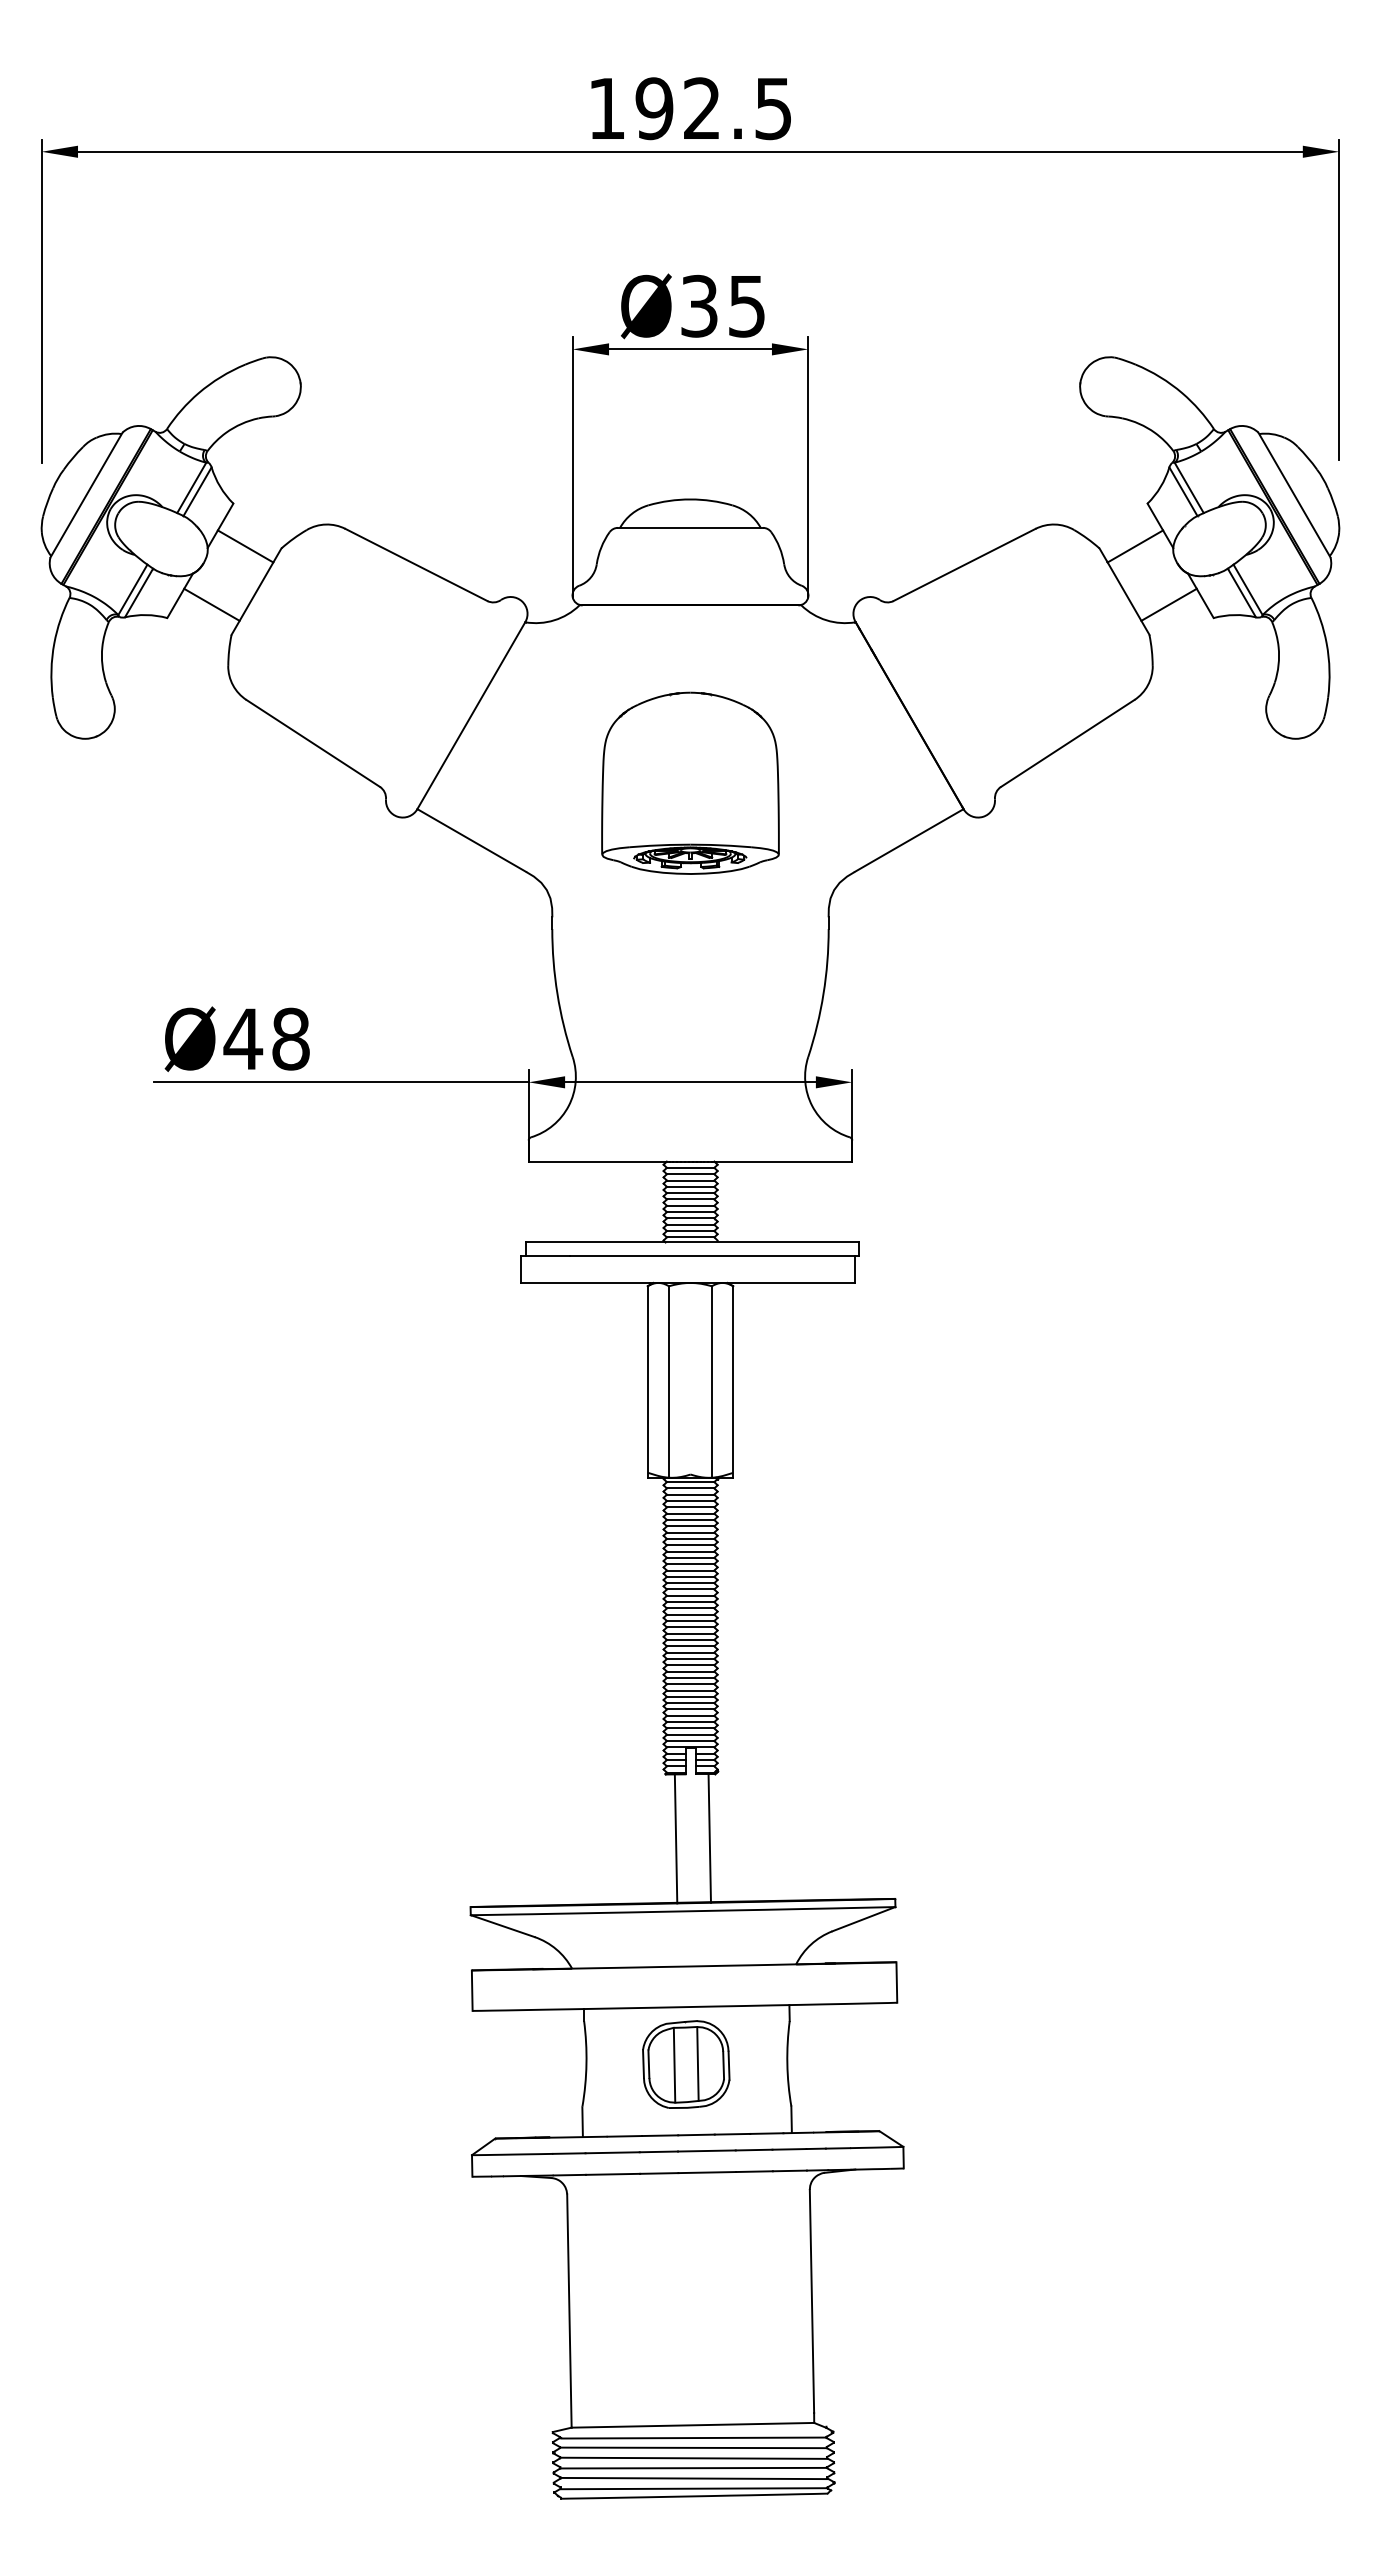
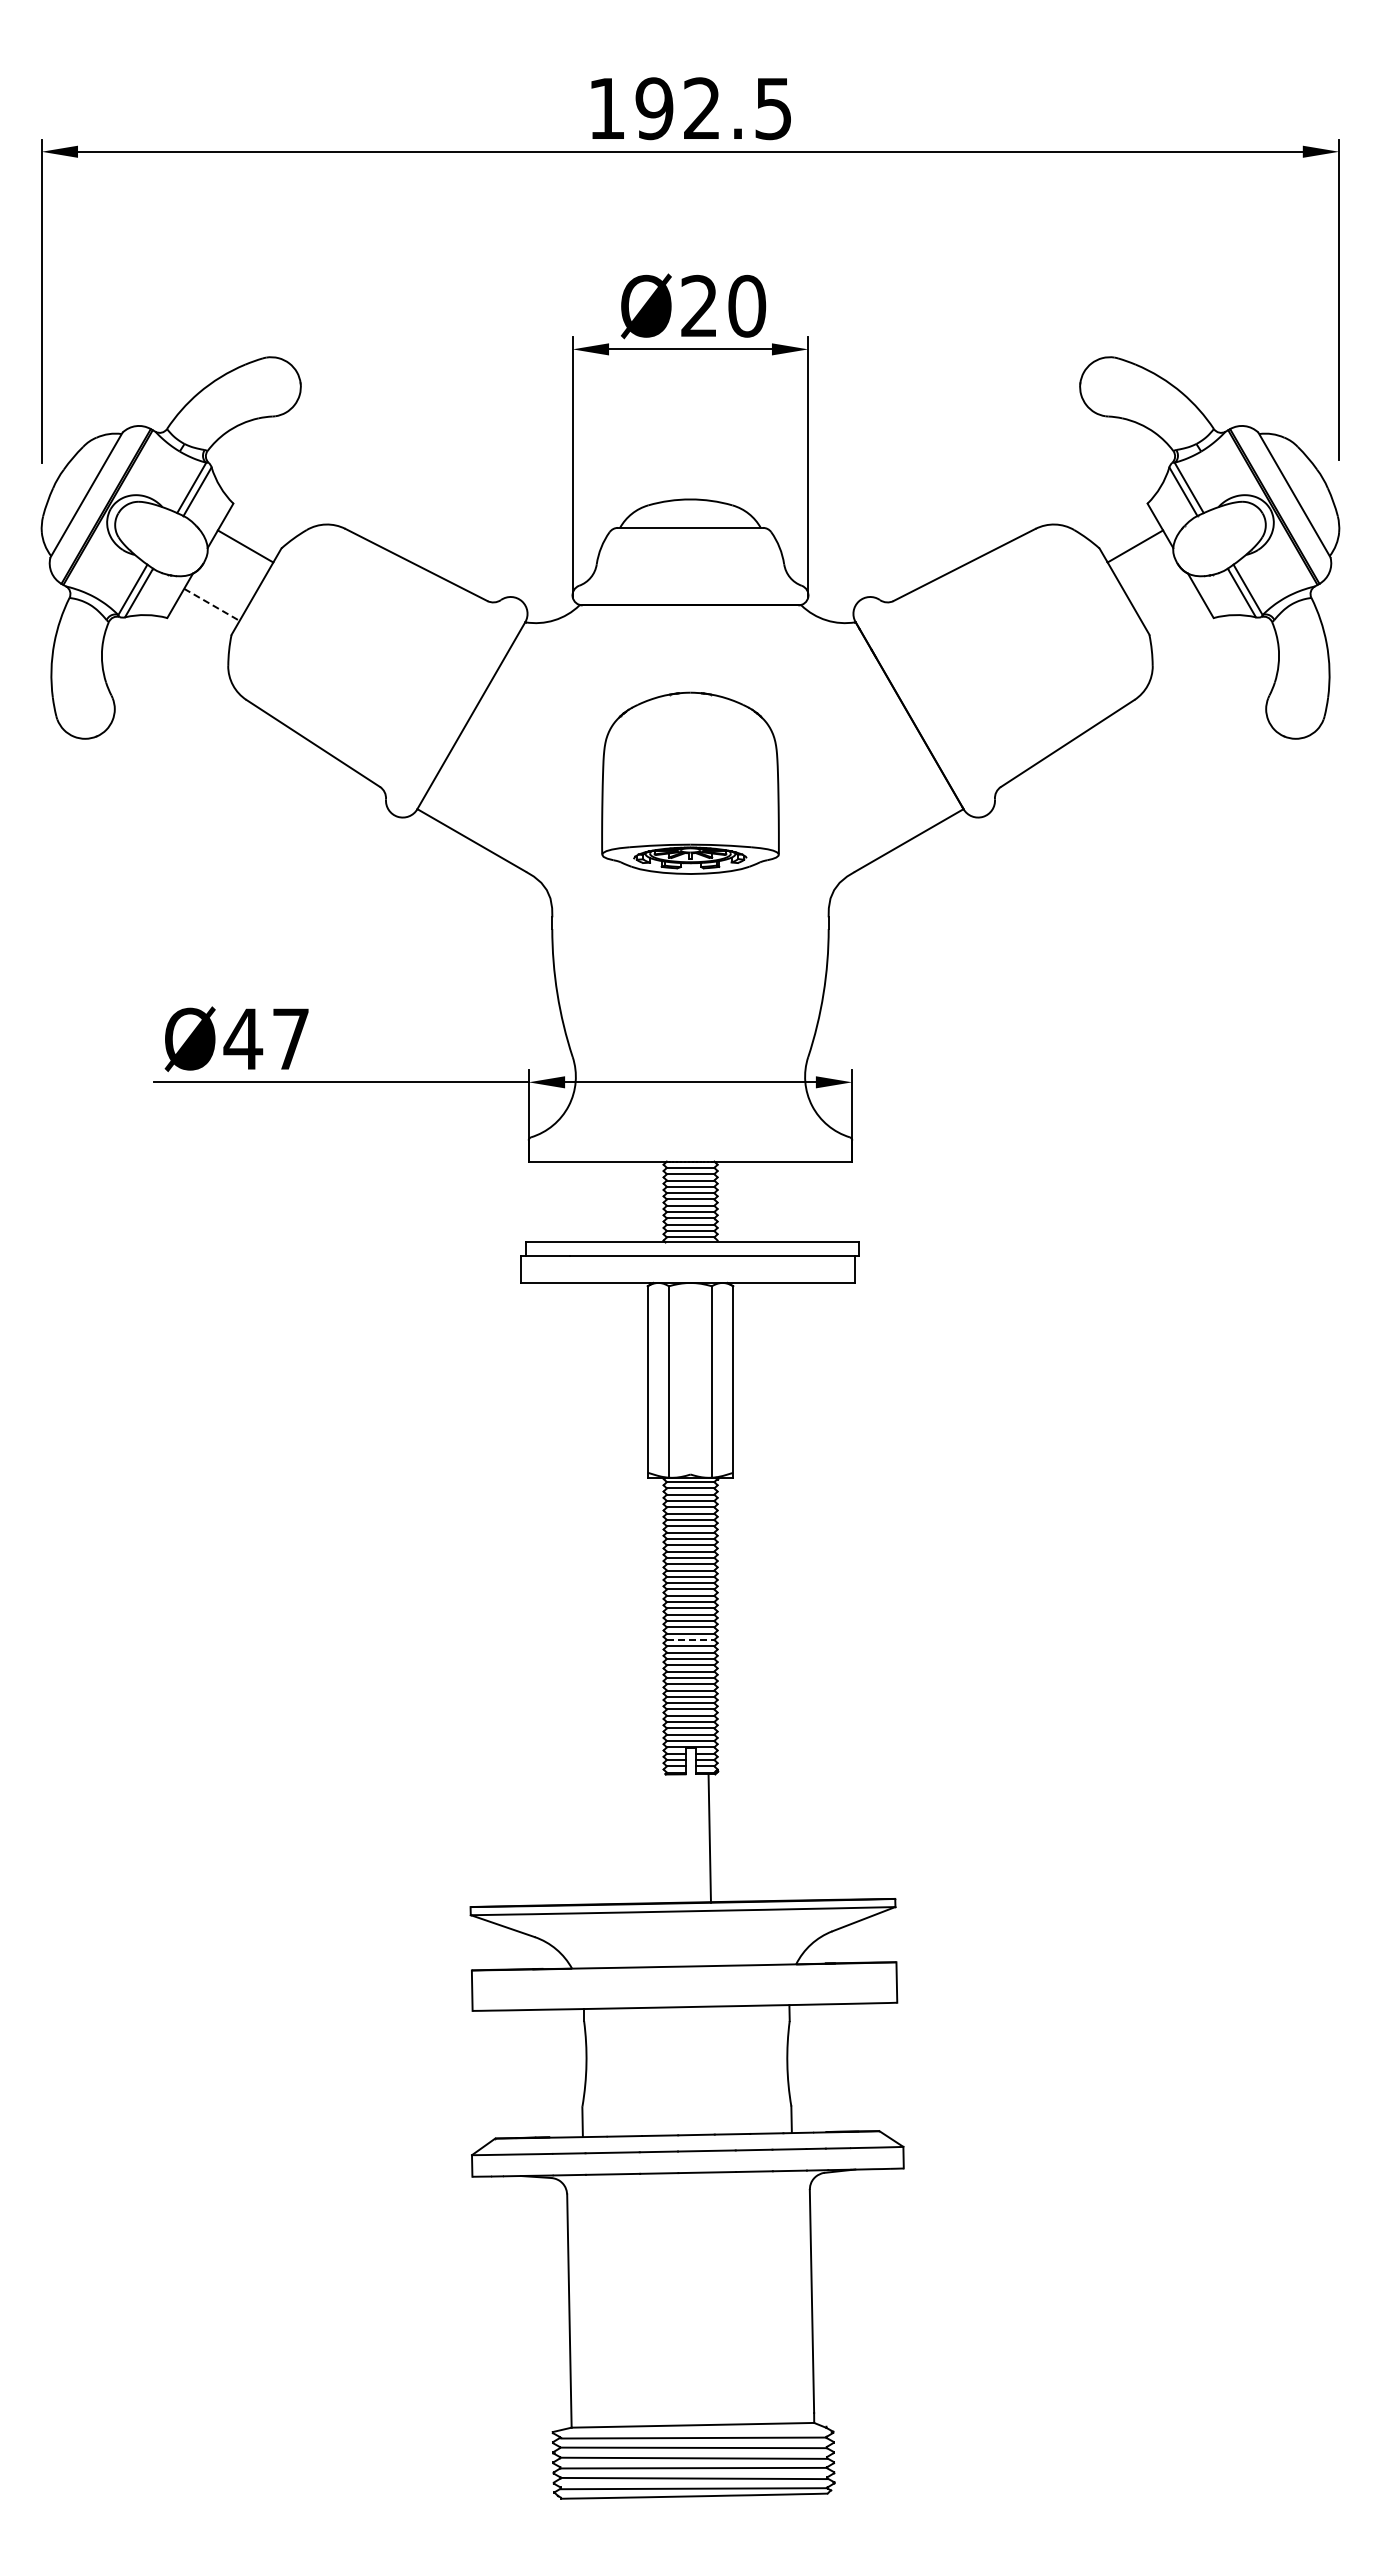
text at (723, 305): Ø35 -> Ø20
line at (1168, 604): present -> none
line at (212, 605): solid -> dashed
text at (290, 1038): Ø48 -> Ø47
line at (690, 1639): solid -> dashed
line at (675, 1838): present -> none
part at (686, 2064): present -> none
